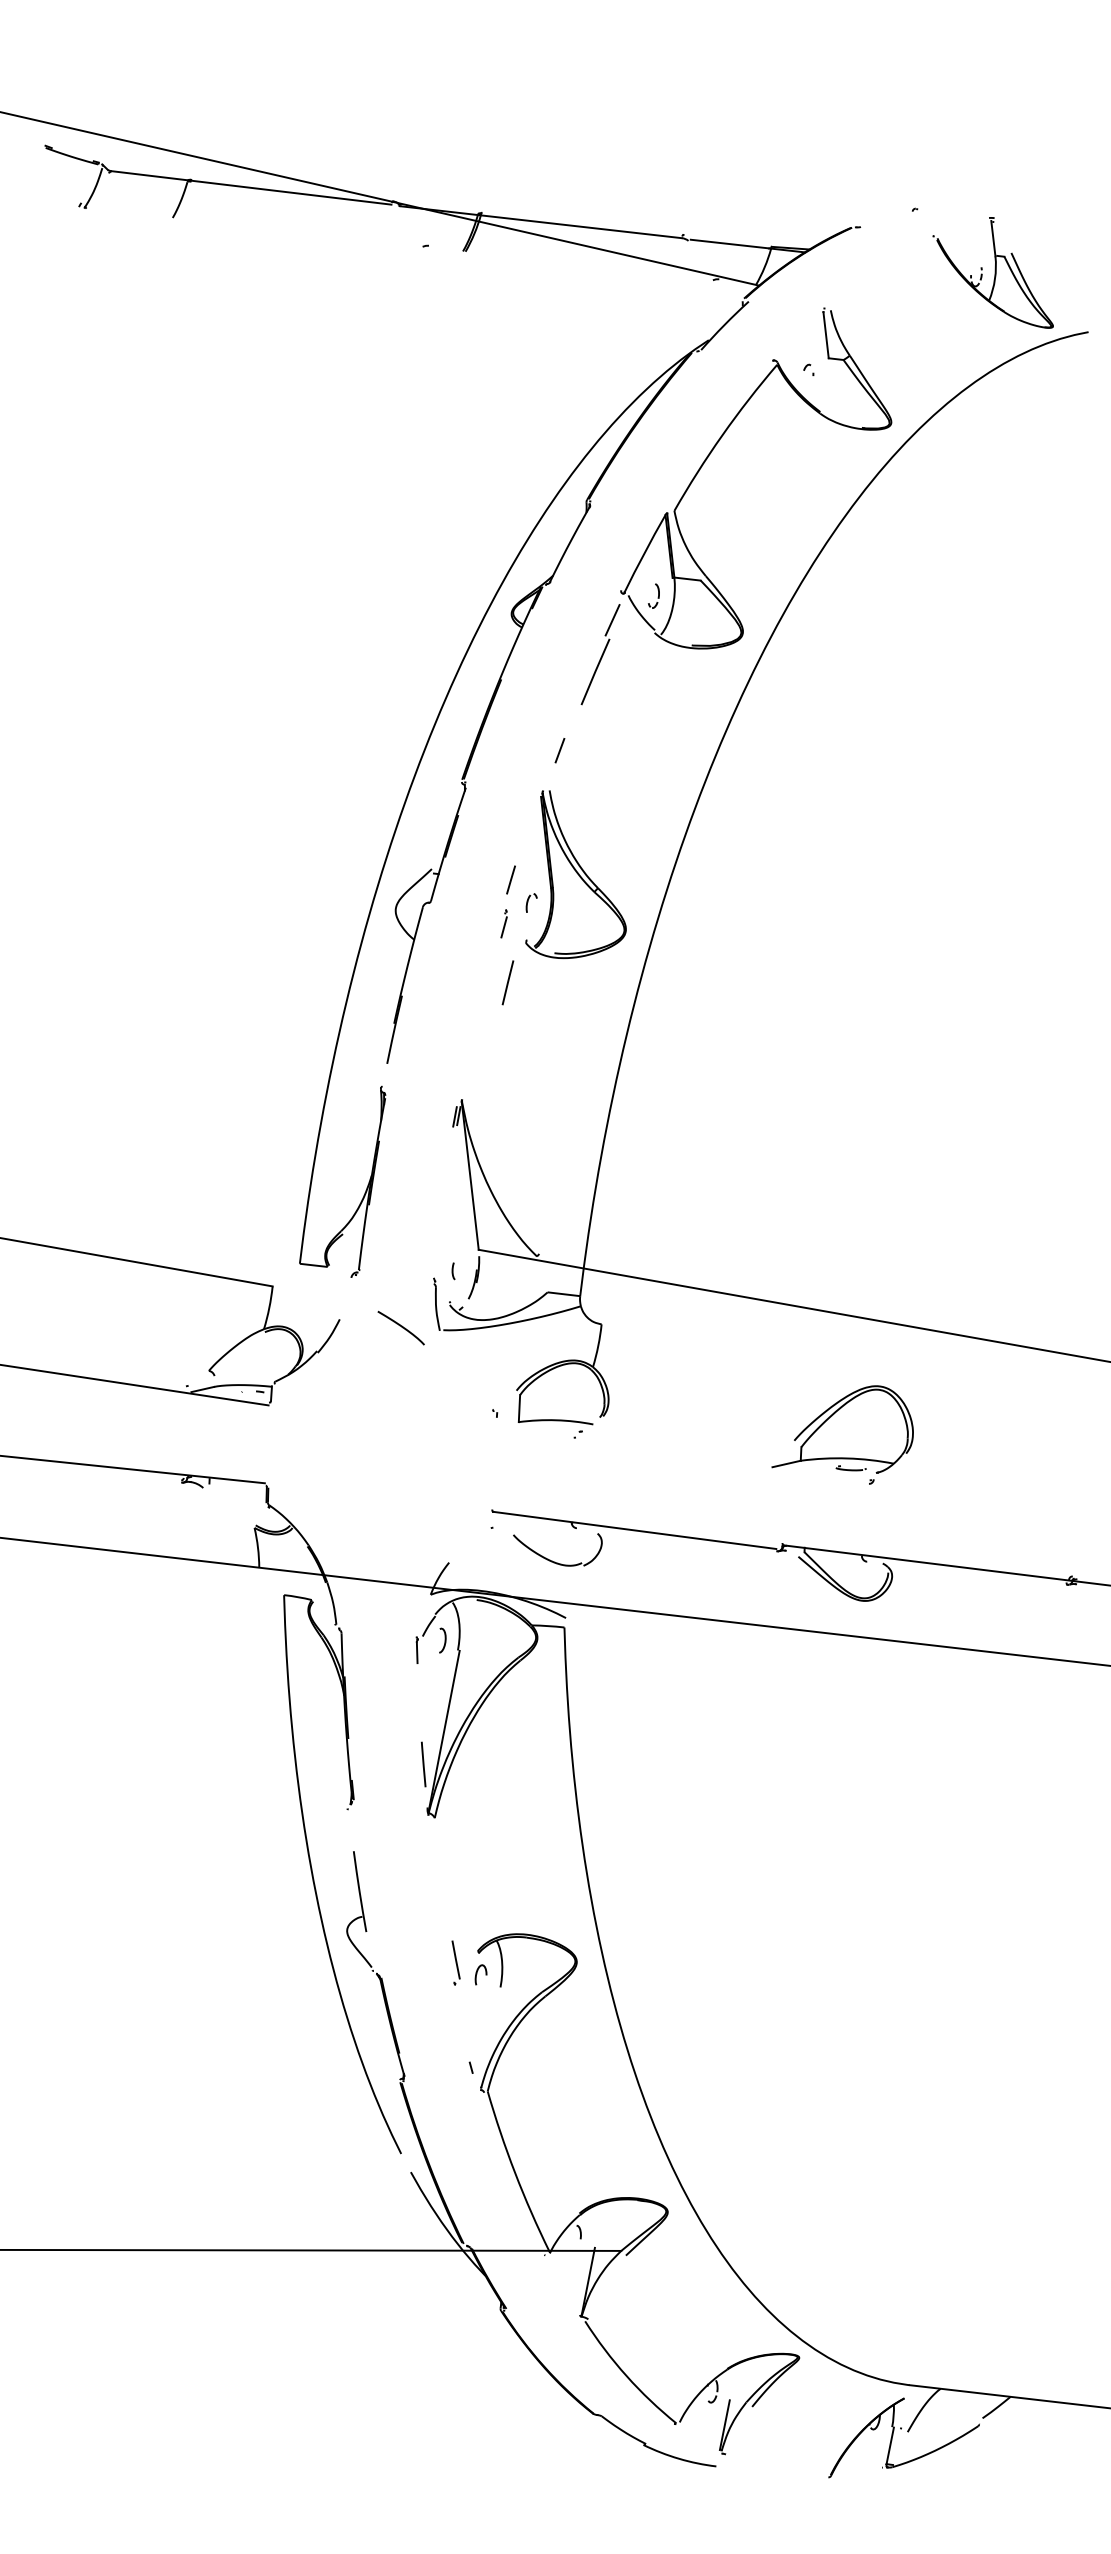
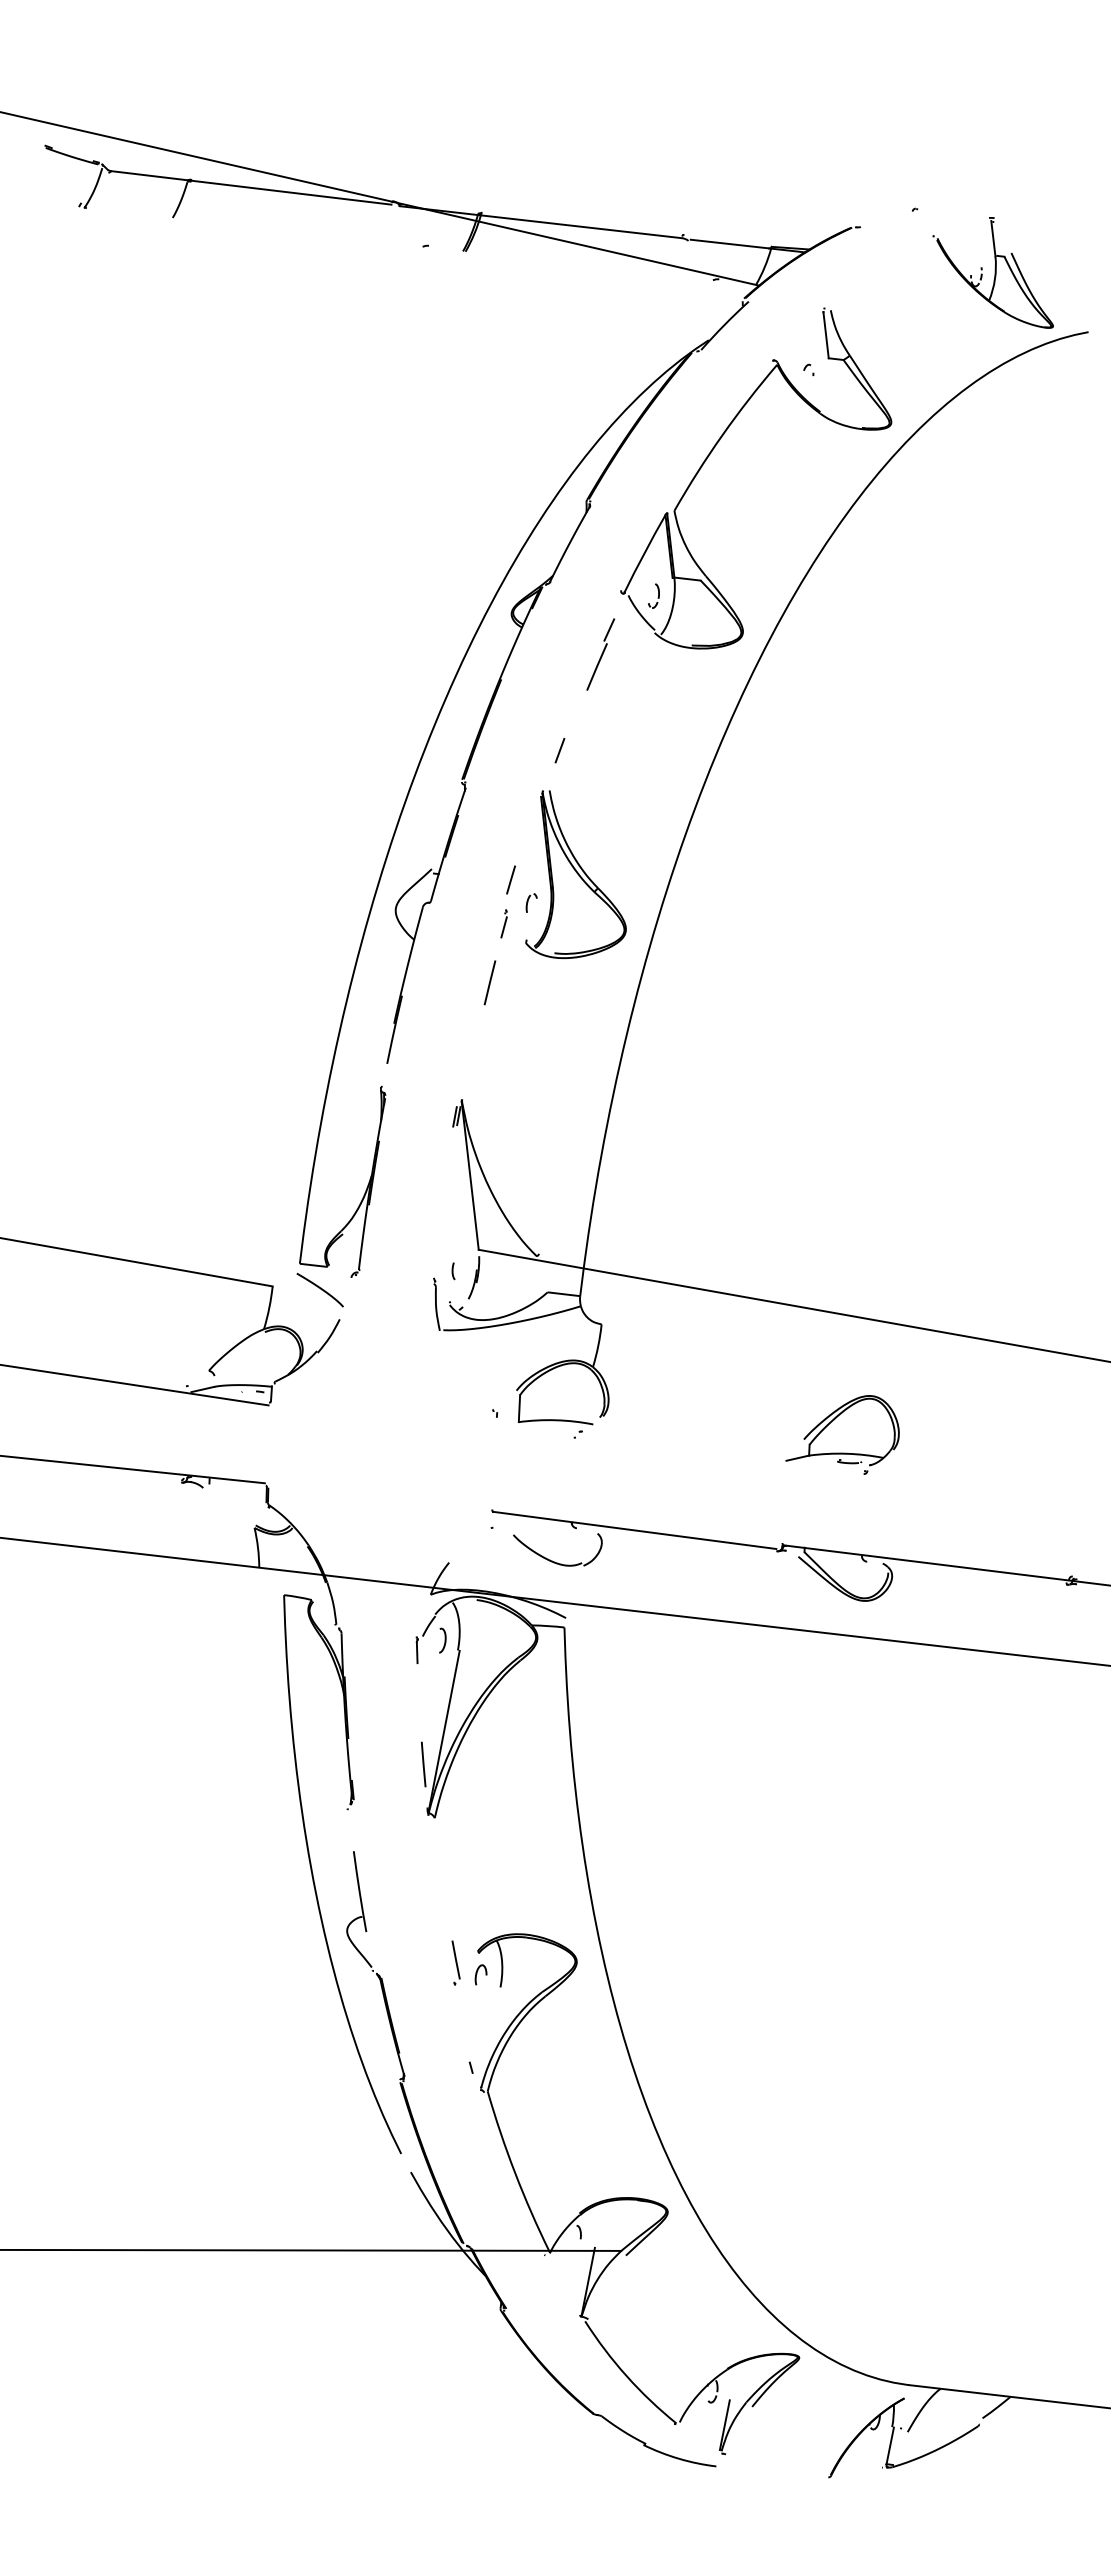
part at (600, 654) size: 41x102 px -> 30x73 px
line at (507, 982) position: (507, 982) -> (489, 982)
curve at (400, 1326) position: (400, 1326) -> (319, 1288)
part at (842, 1434) size: 143x100 px -> 115x80 px
